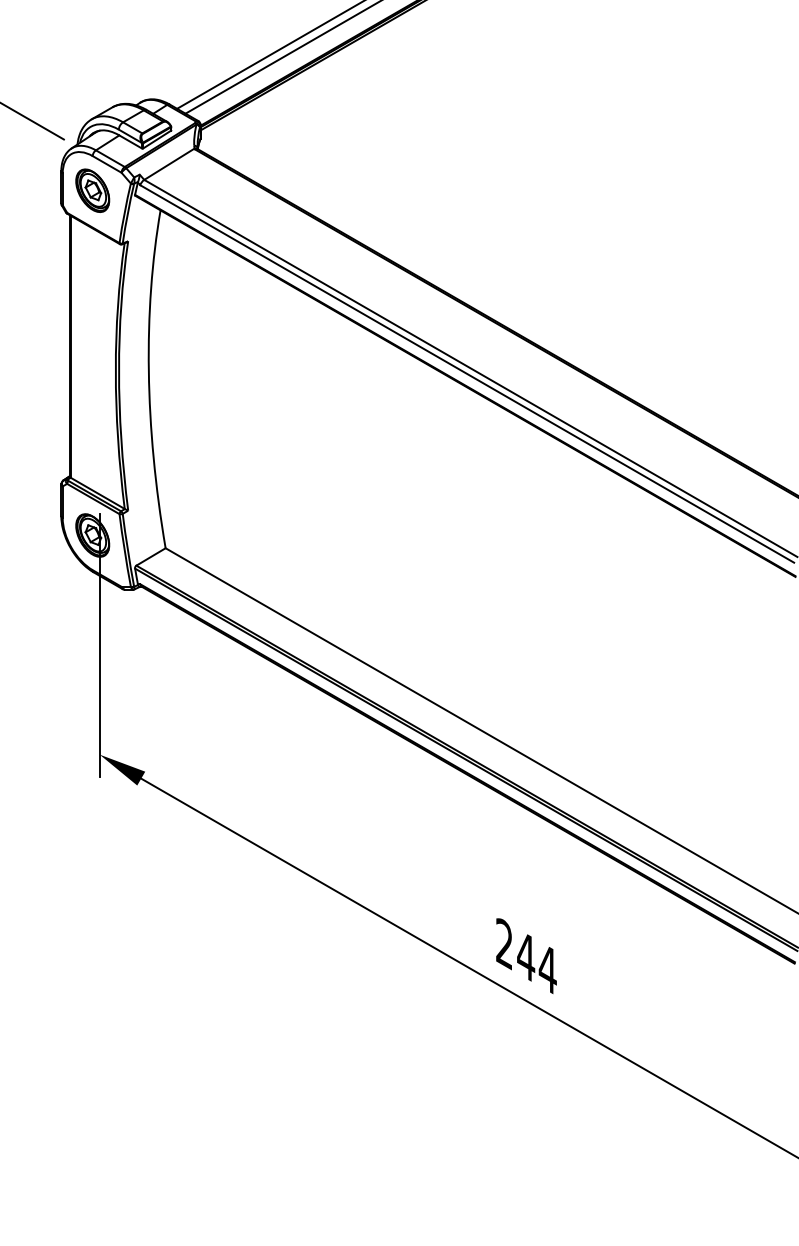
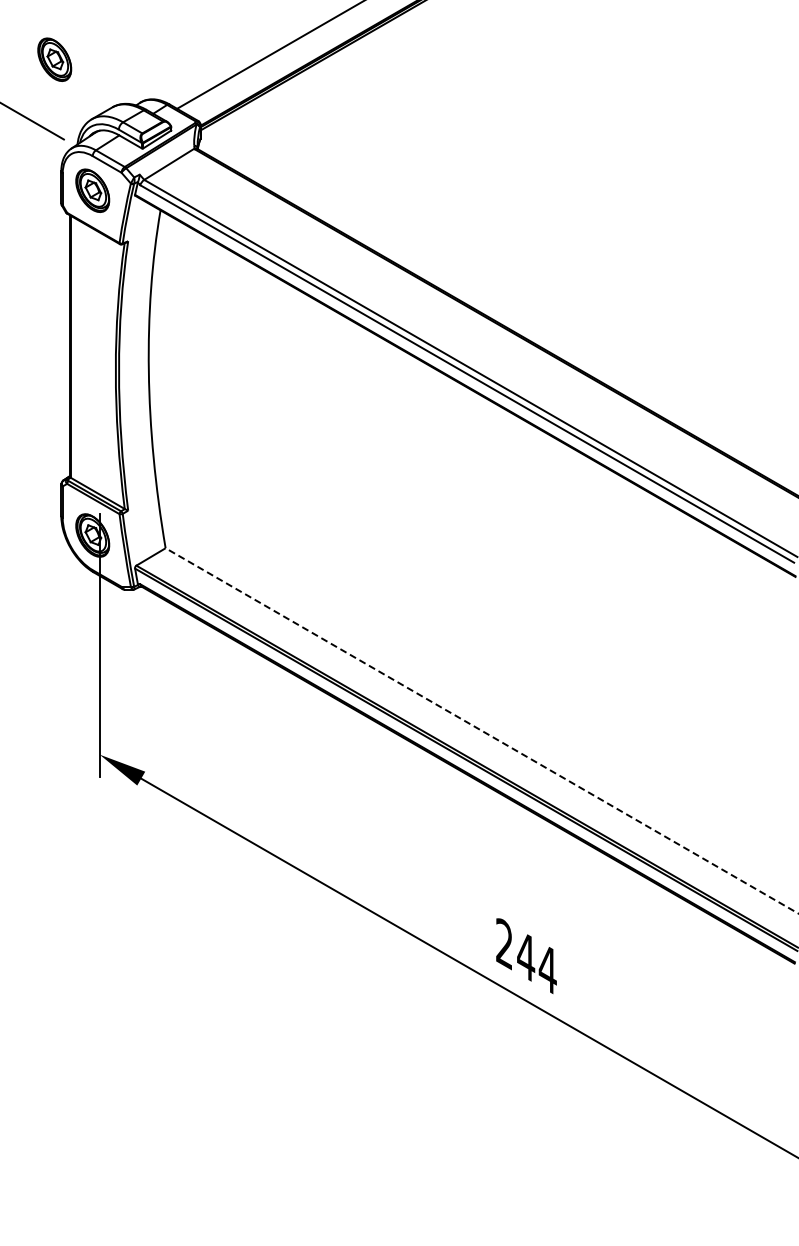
line at (281, 57): present -> none
part at (54, 59): none -> present
line at (481, 730): solid -> dashed
